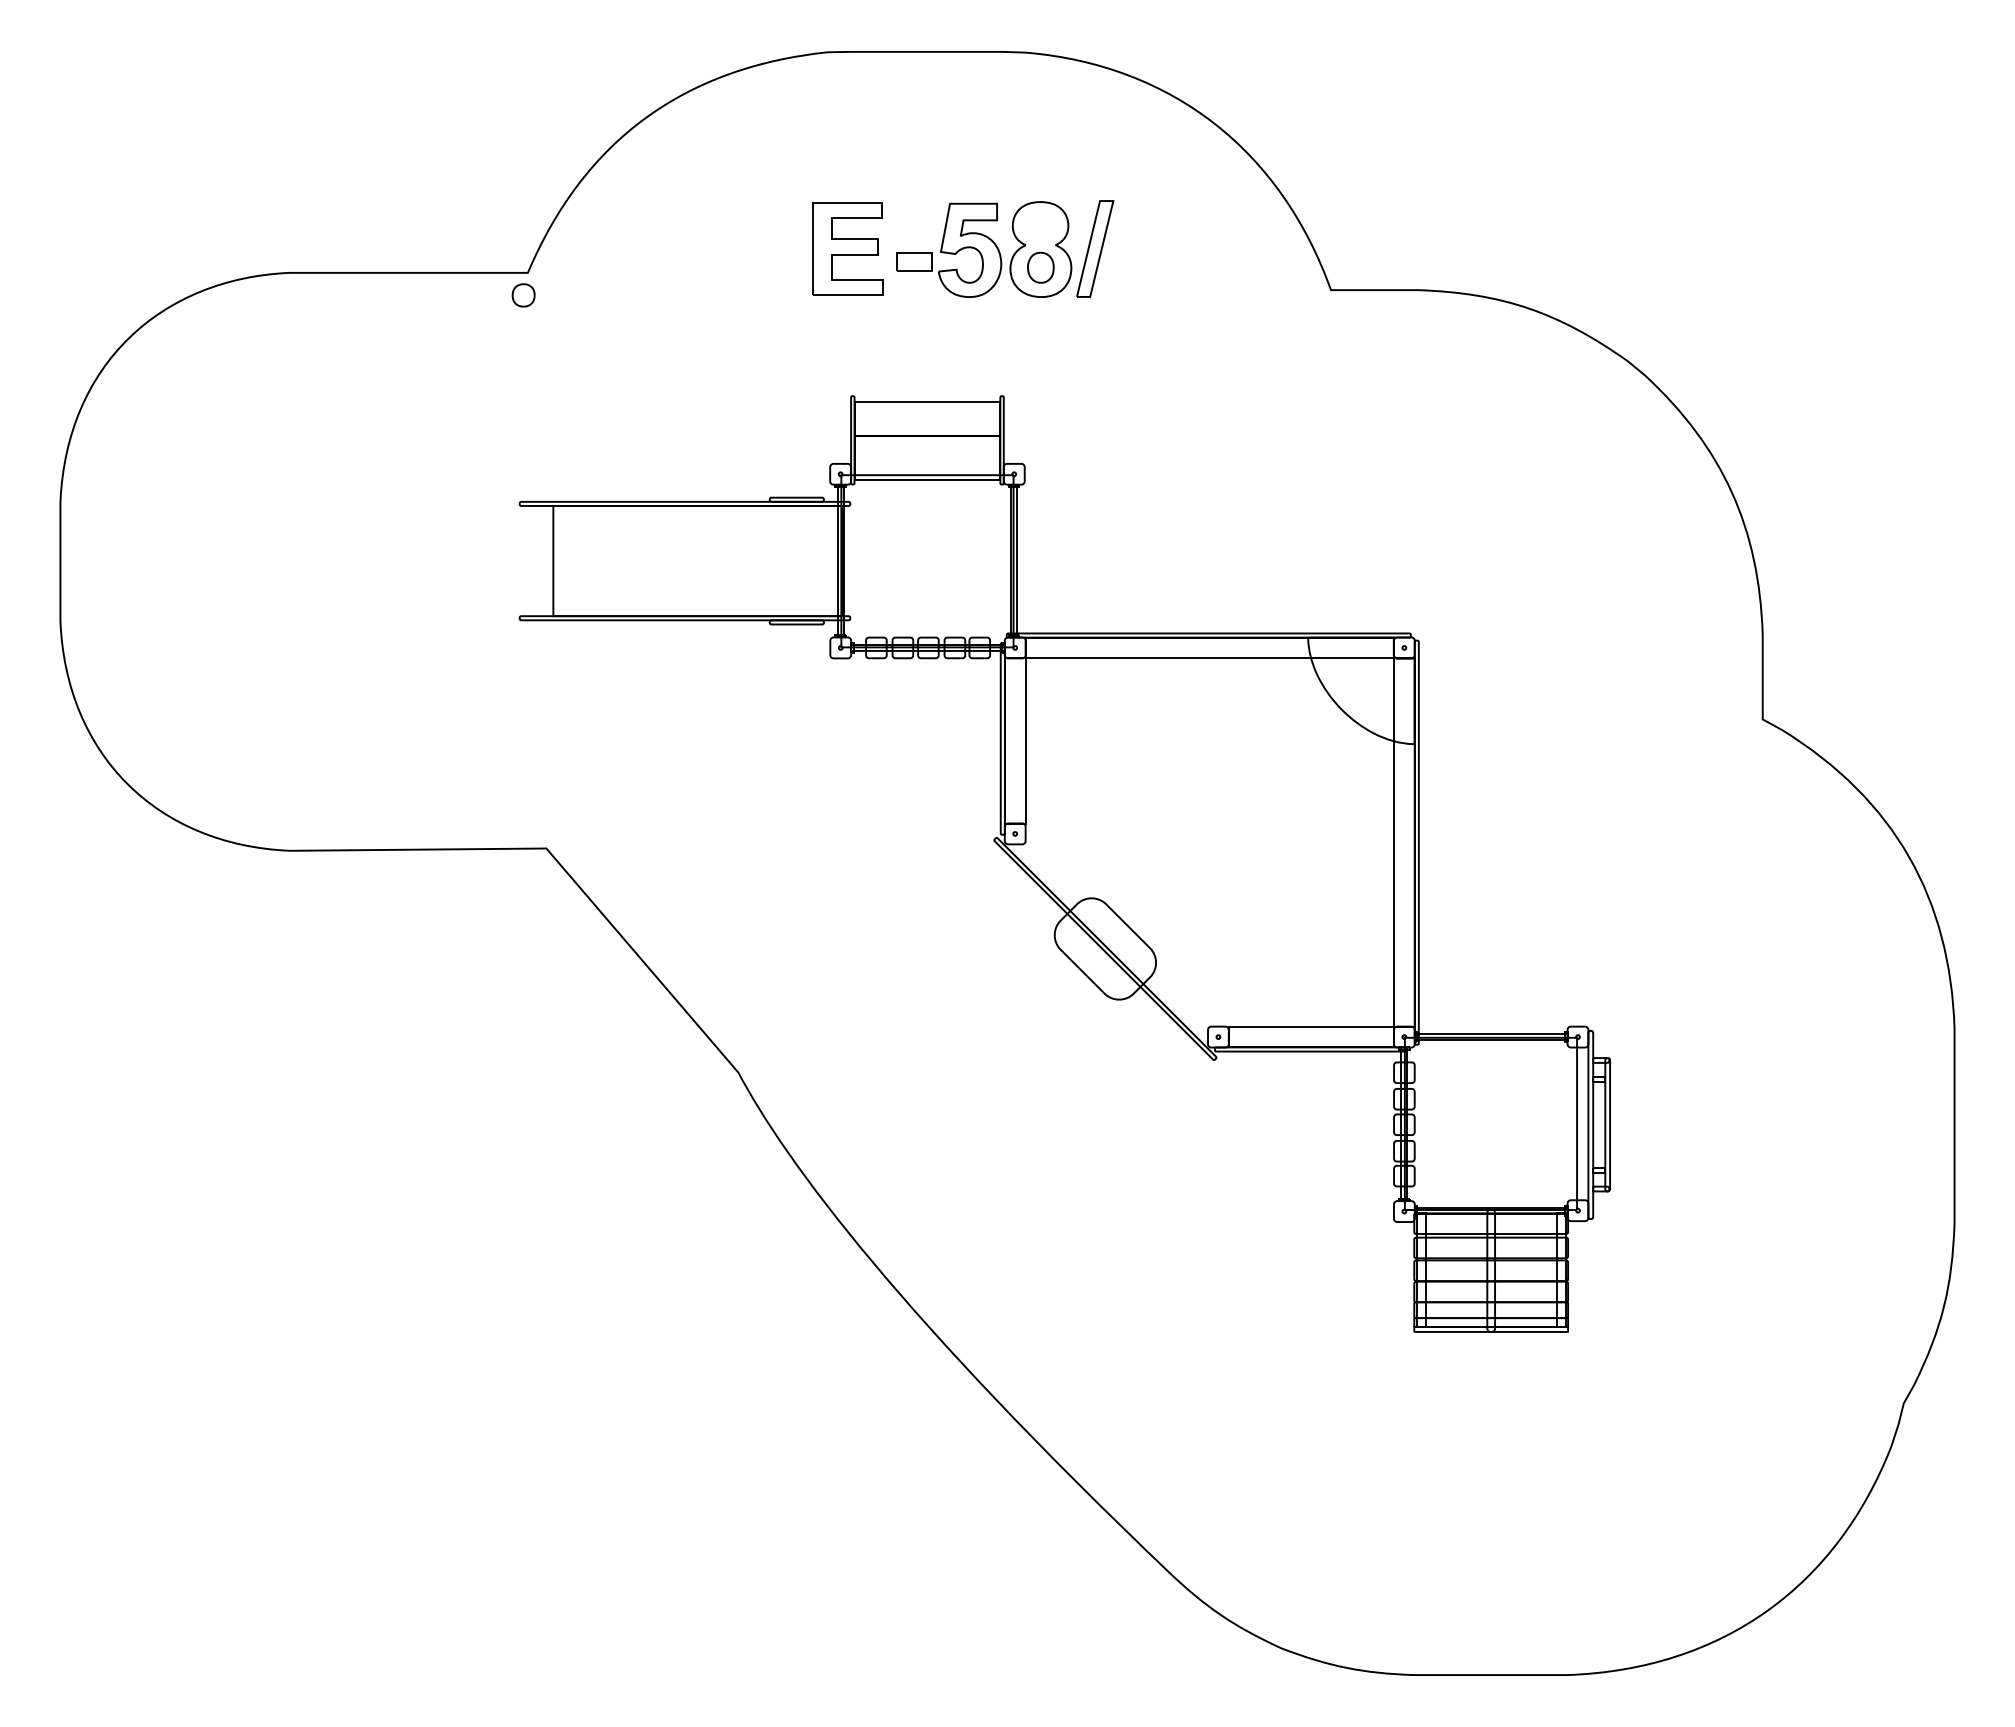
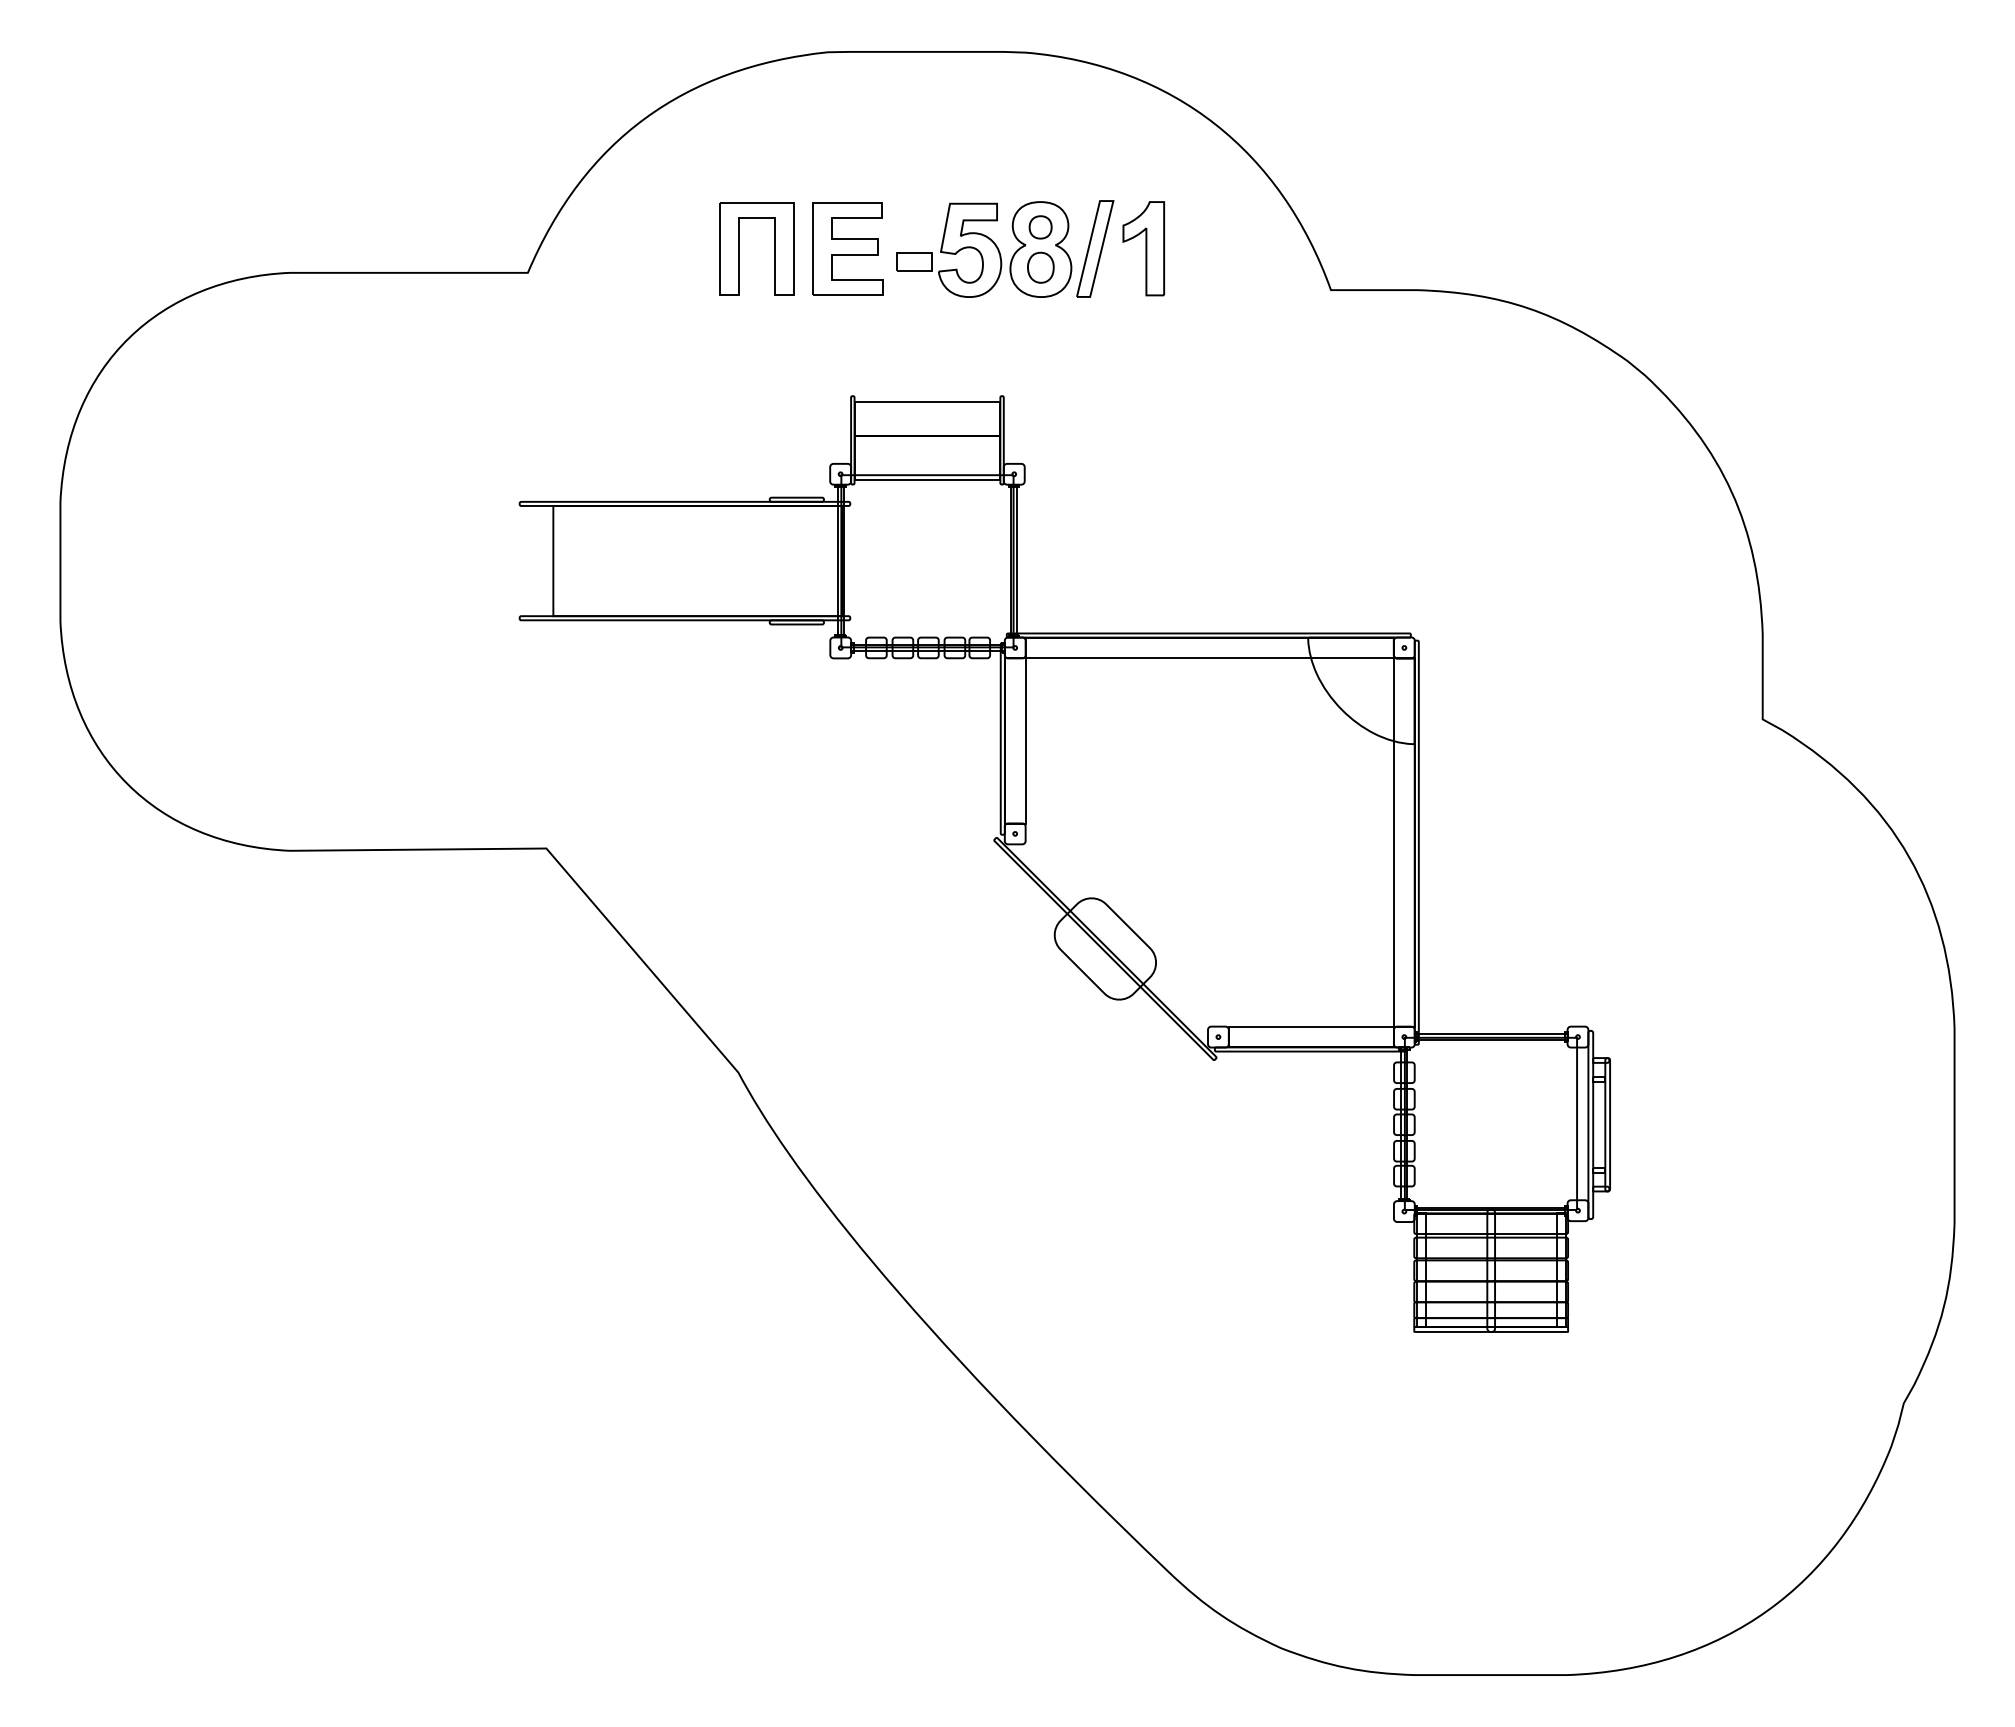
part at (739, 248): none -> present
part at (1143, 248): none -> present
part at (523, 295) position: (523, 295) -> (1040, 227)
